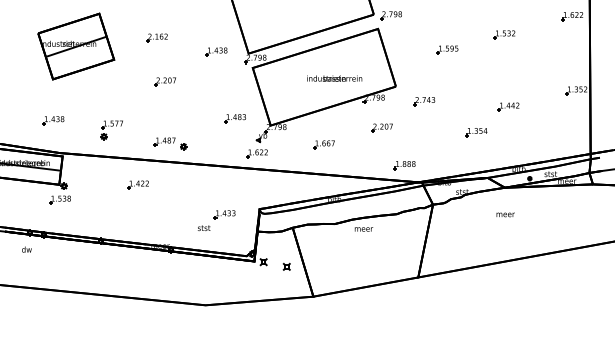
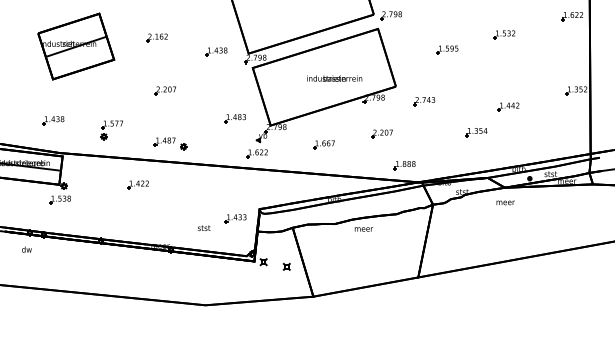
part at (164, 81) position: (164, 81) -> (164, 90)
part at (381, 127) position: (381, 127) -> (381, 133)
part at (224, 214) position: (224, 214) -> (235, 218)
text at (505, 214) position: (505, 214) -> (505, 202)
